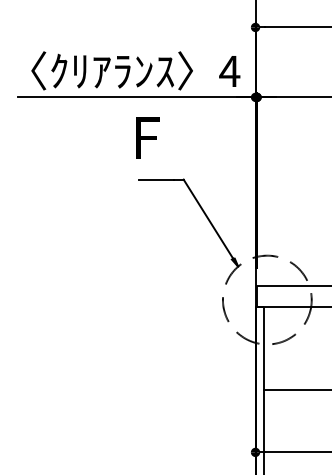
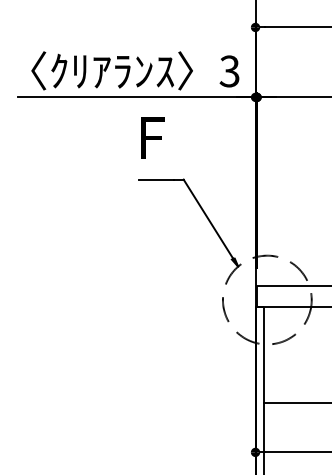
text at (229, 71): 4 -> 3
text at (147, 137) position: (147, 137) -> (152, 137)
line at (295, 390) position: (295, 390) -> (295, 403)
